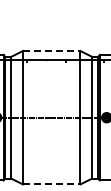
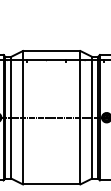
line at (51, 51): dashed -> solid
line at (51, 184): dashed -> solid
